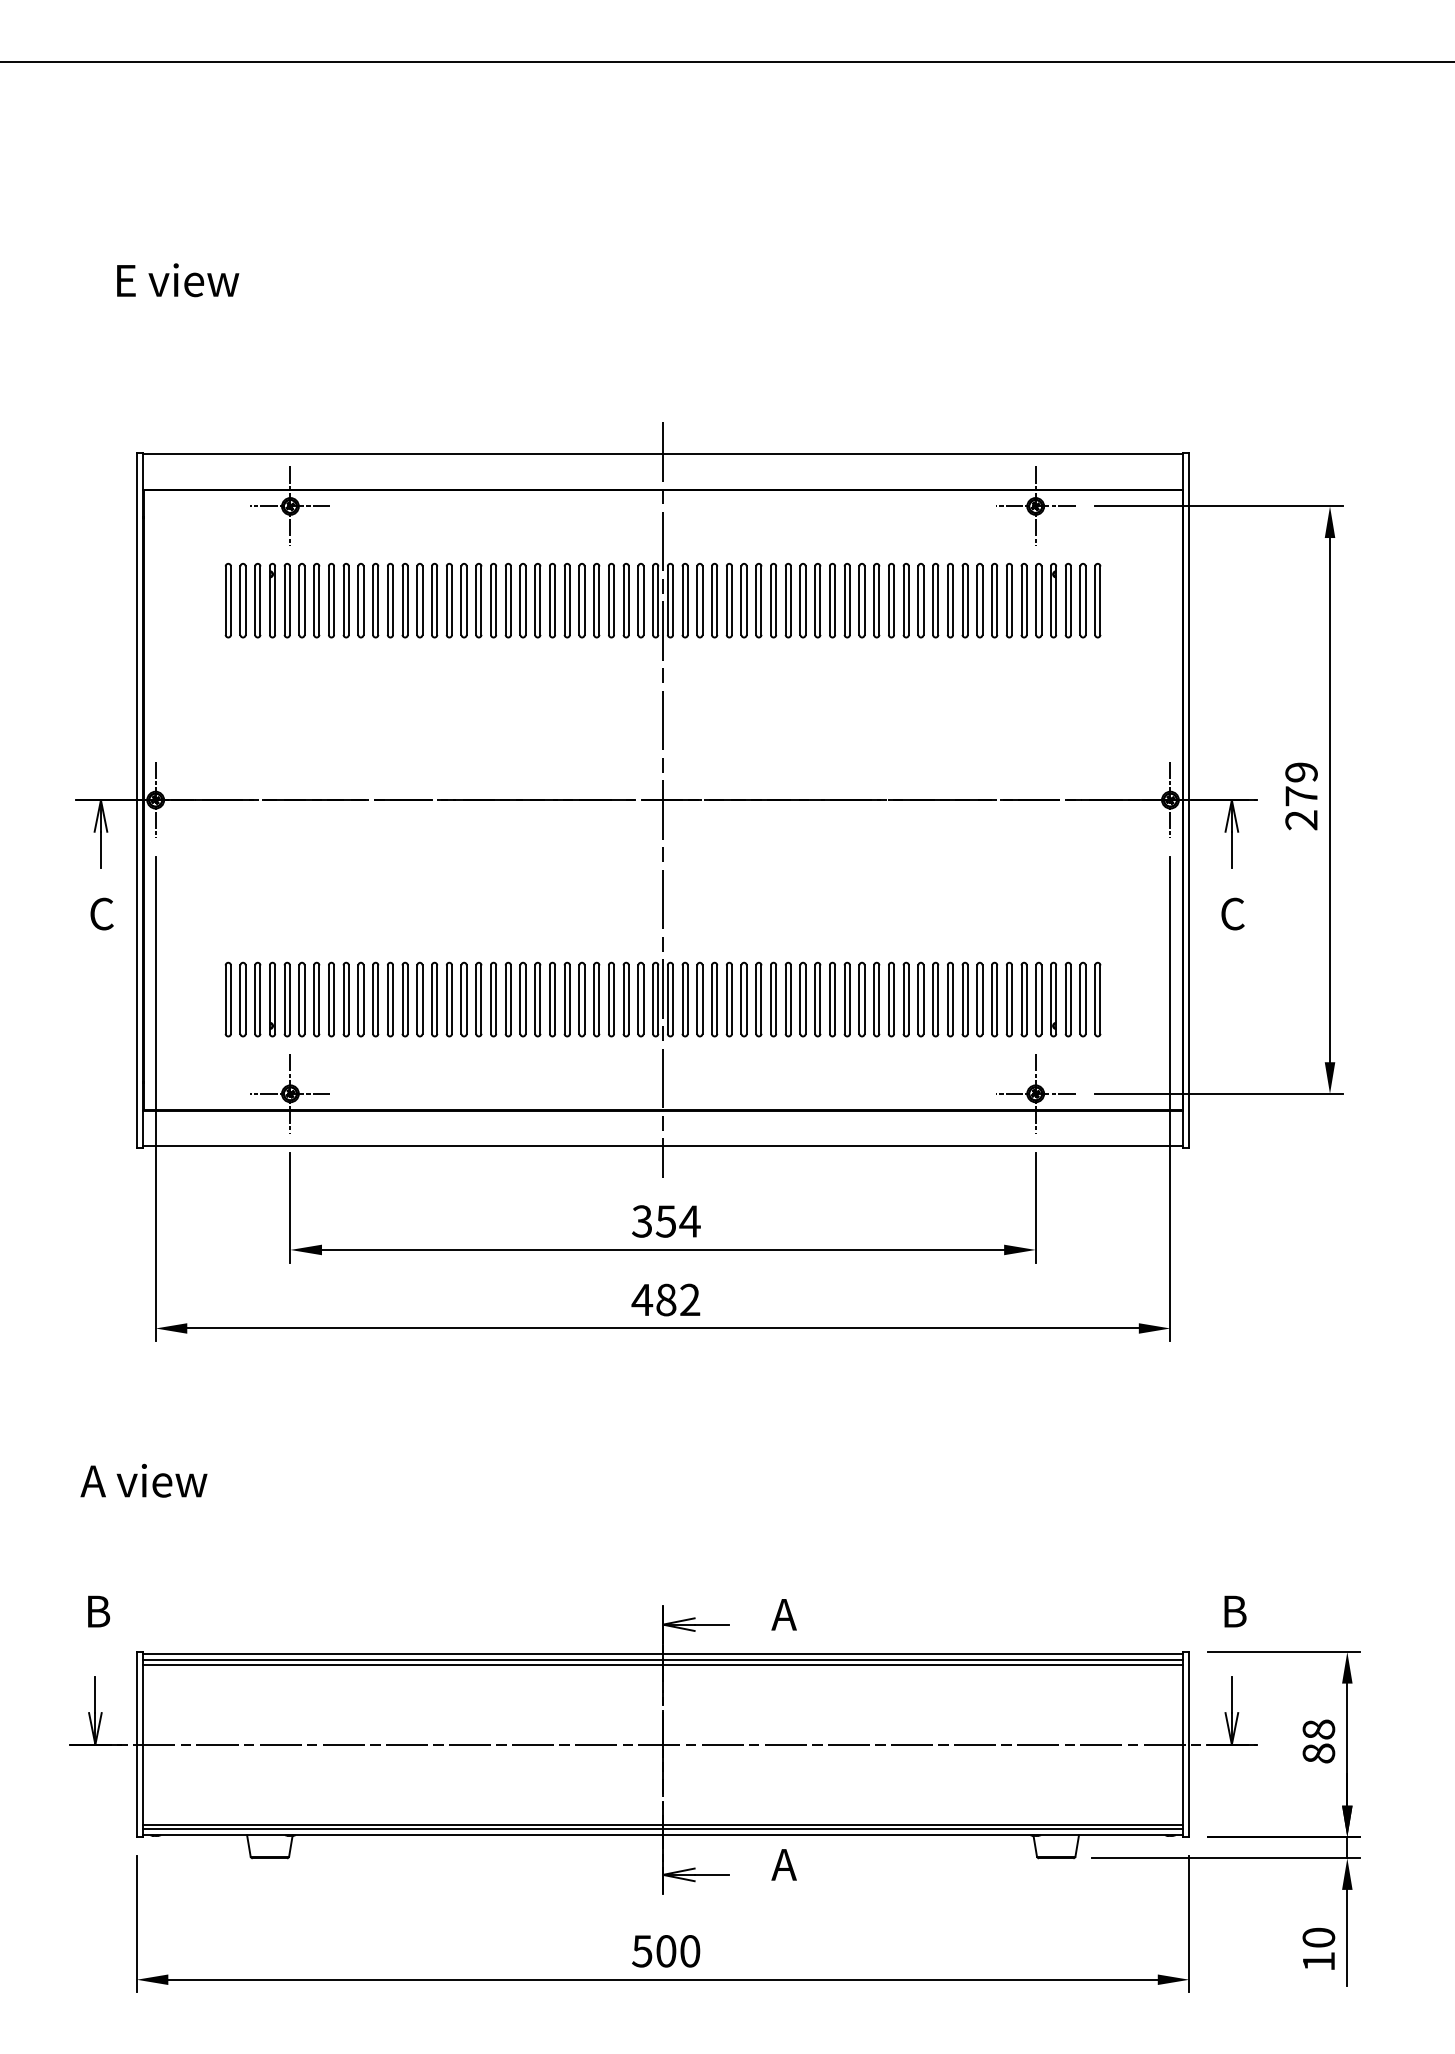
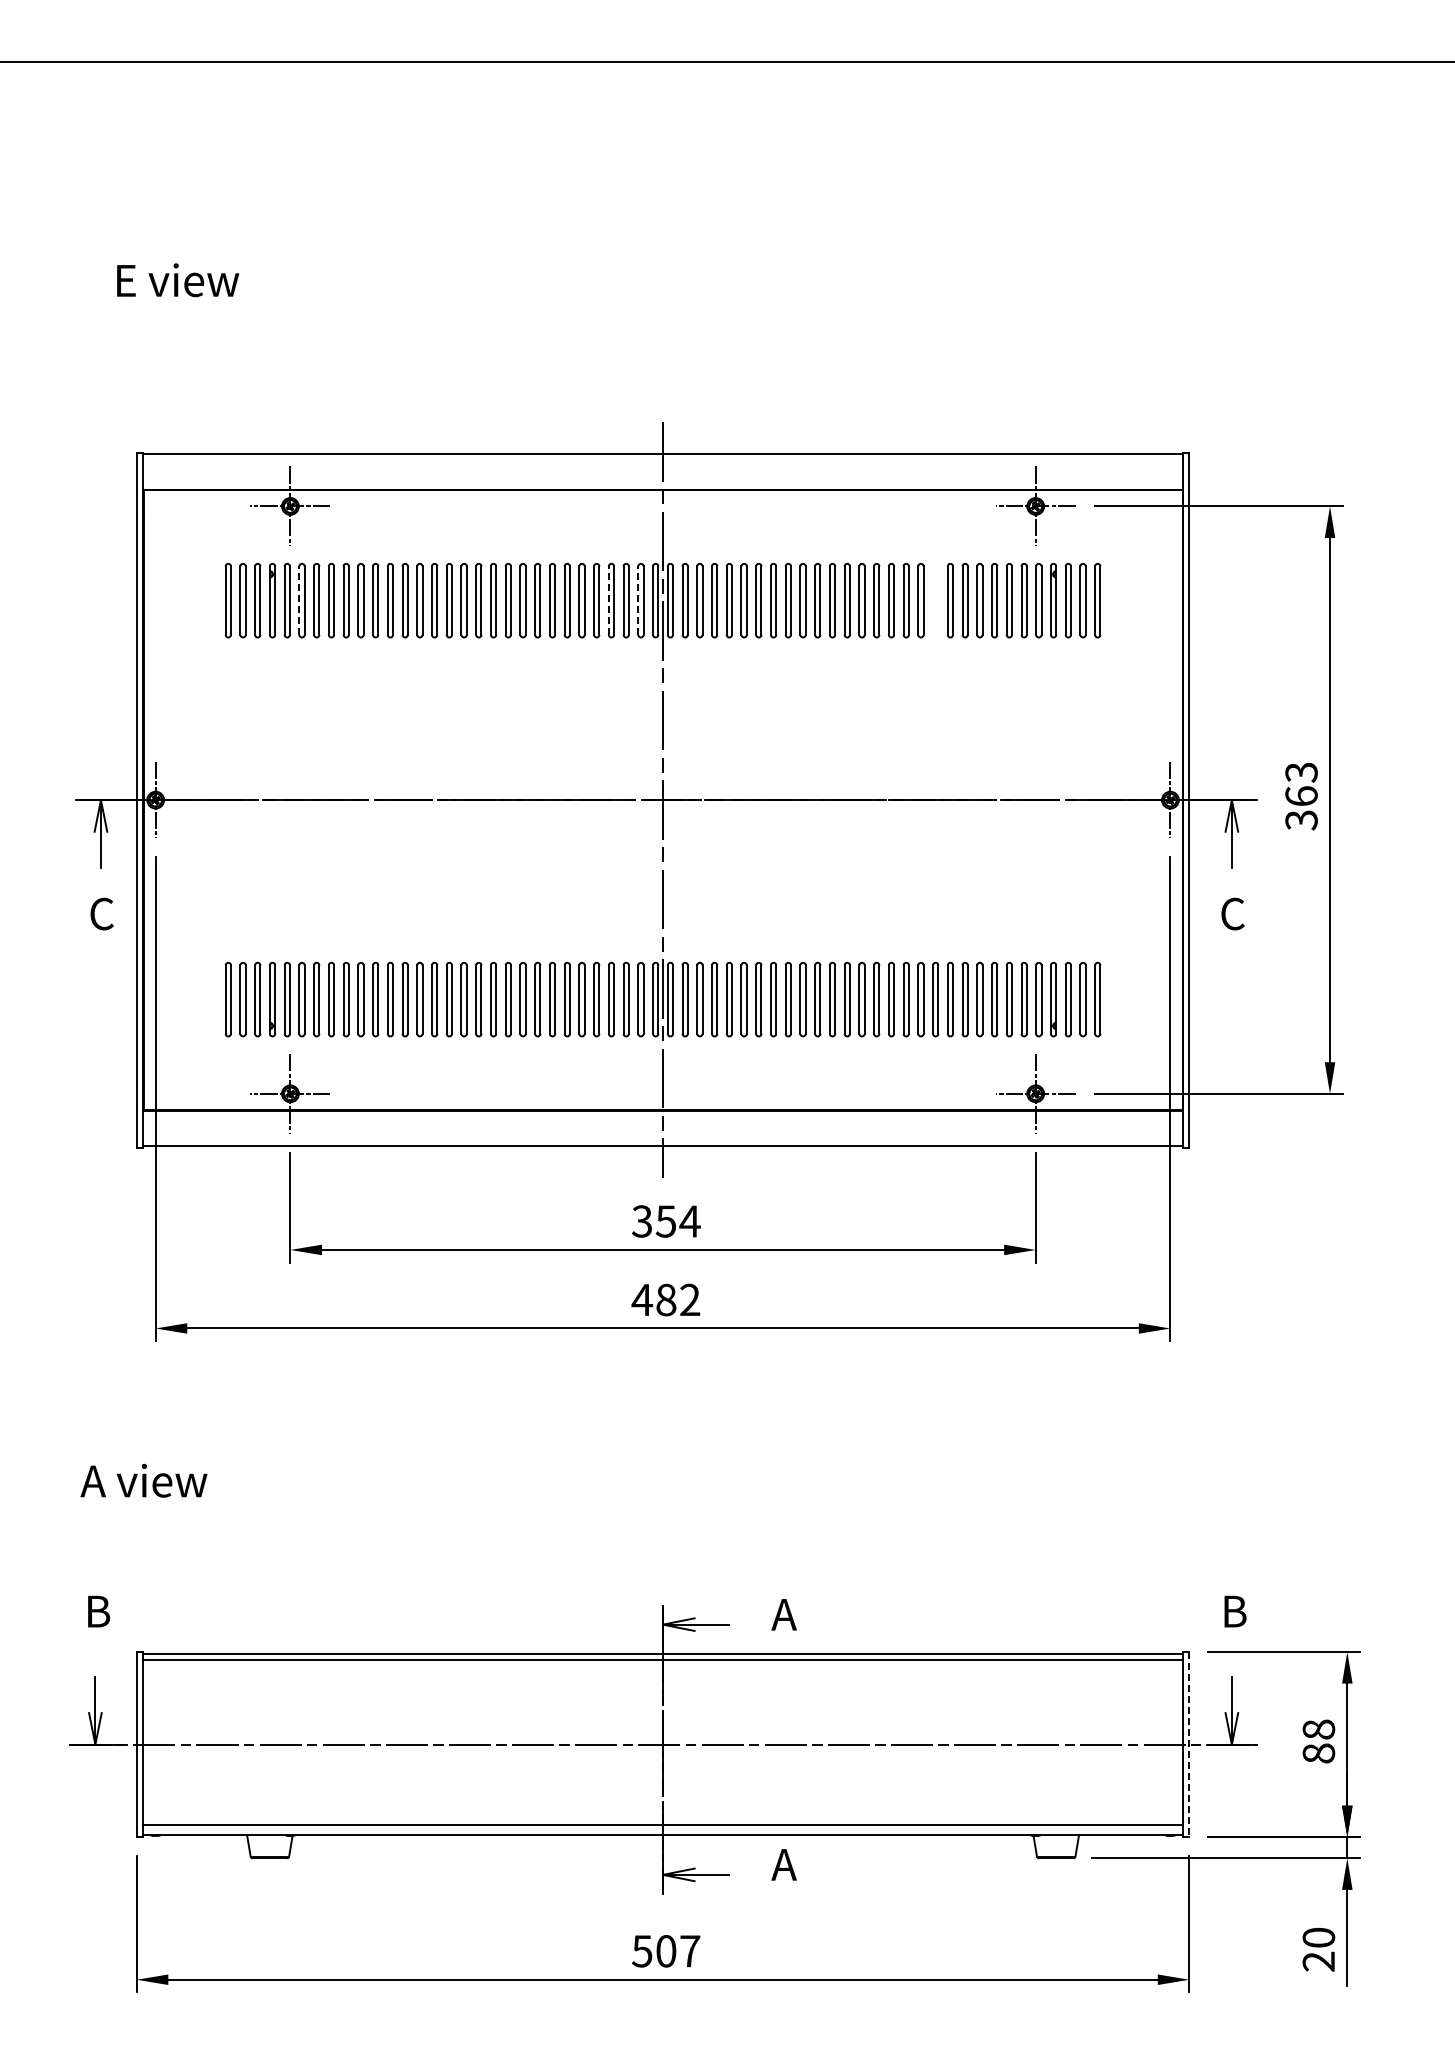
line at (299, 600): solid -> dashed
line at (608, 600): solid -> dashed
line at (638, 600): solid -> dashed
part at (935, 600): present -> none
text at (1301, 796): 279 -> 363
line at (663, 1664): present -> none
line at (1189, 1744): solid -> dashed
line at (663, 1828): present -> none
text at (690, 1951): 500 -> 507
text at (1318, 1961): 10 -> 20
